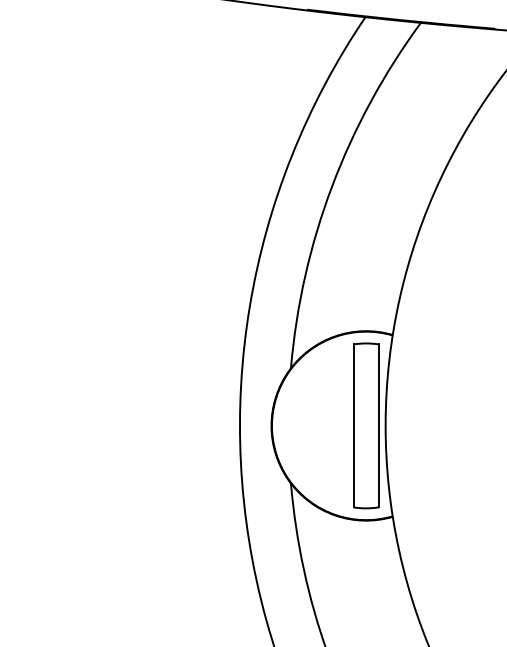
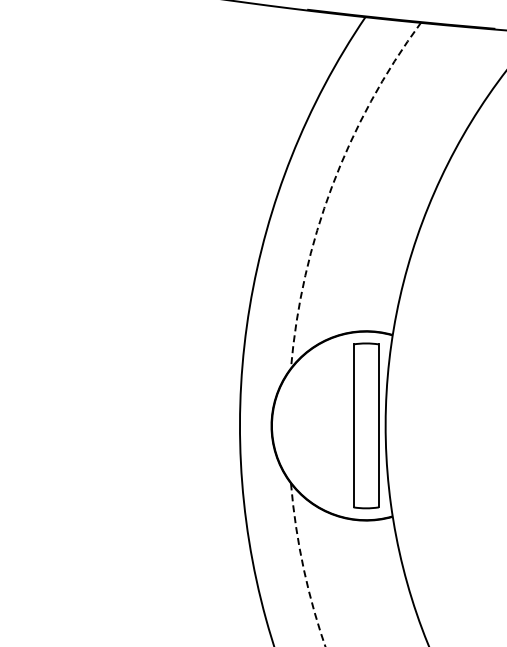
arc at (332, 186): solid -> dashed
arc at (303, 566): solid -> dashed
